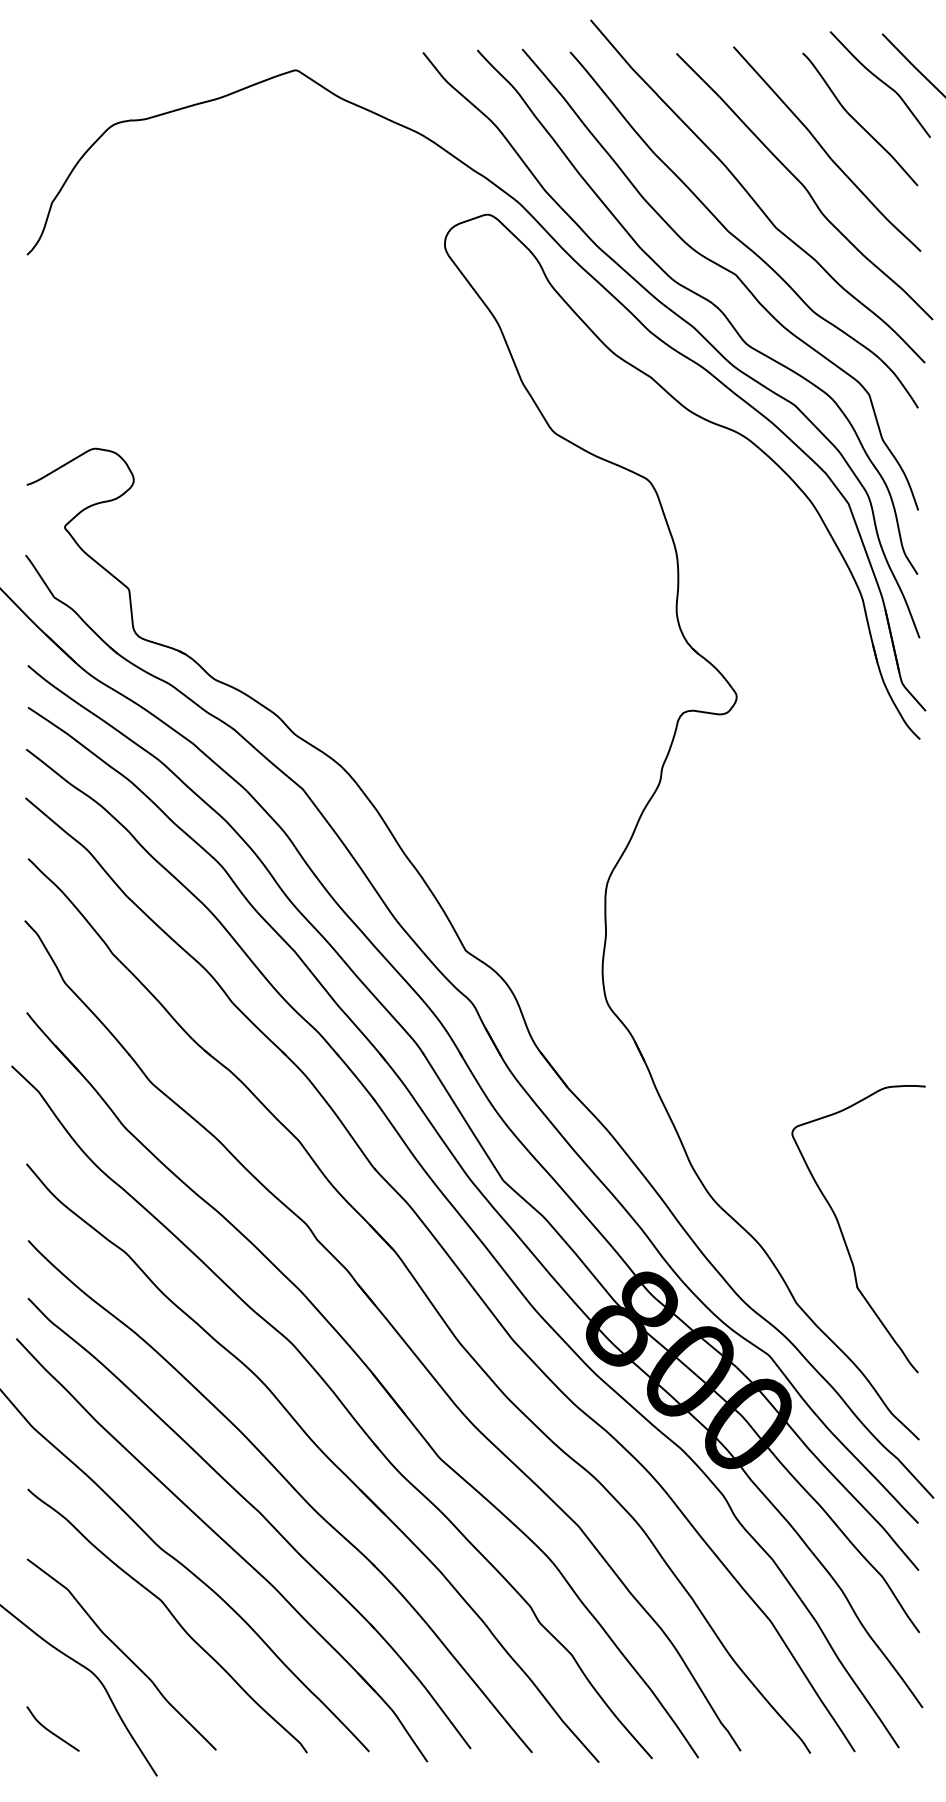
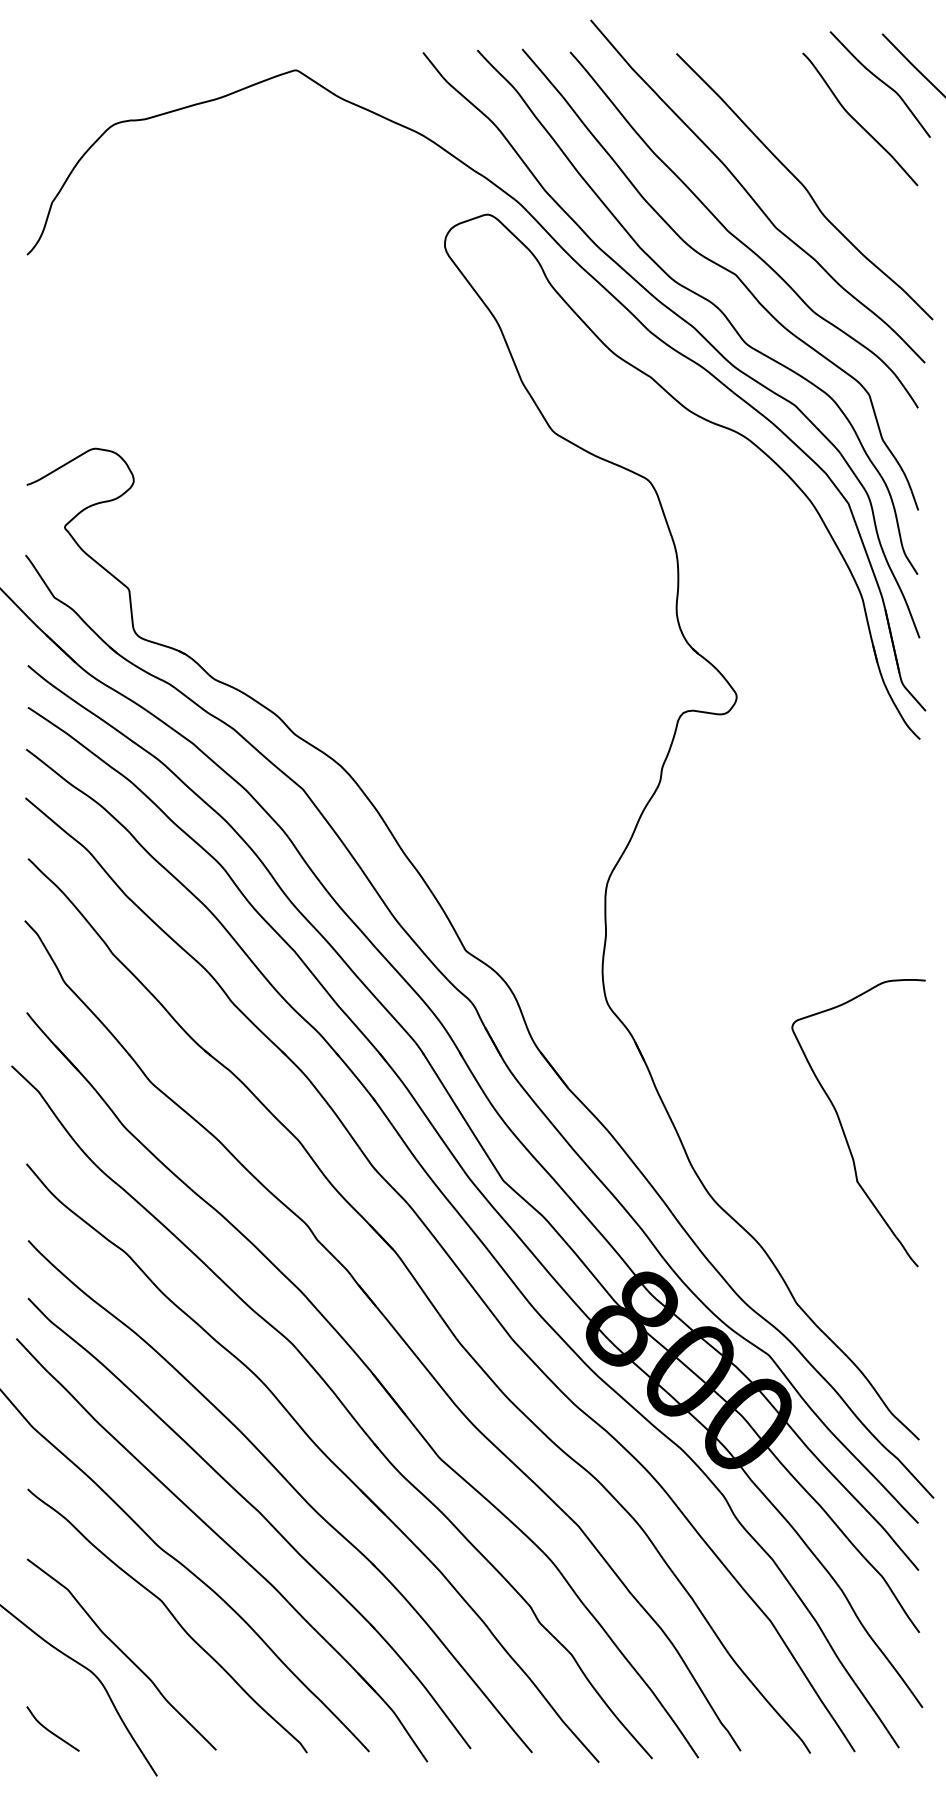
curve at (825, 150): present -> none
curve at (843, 1234) position: (843, 1234) -> (843, 1128)
